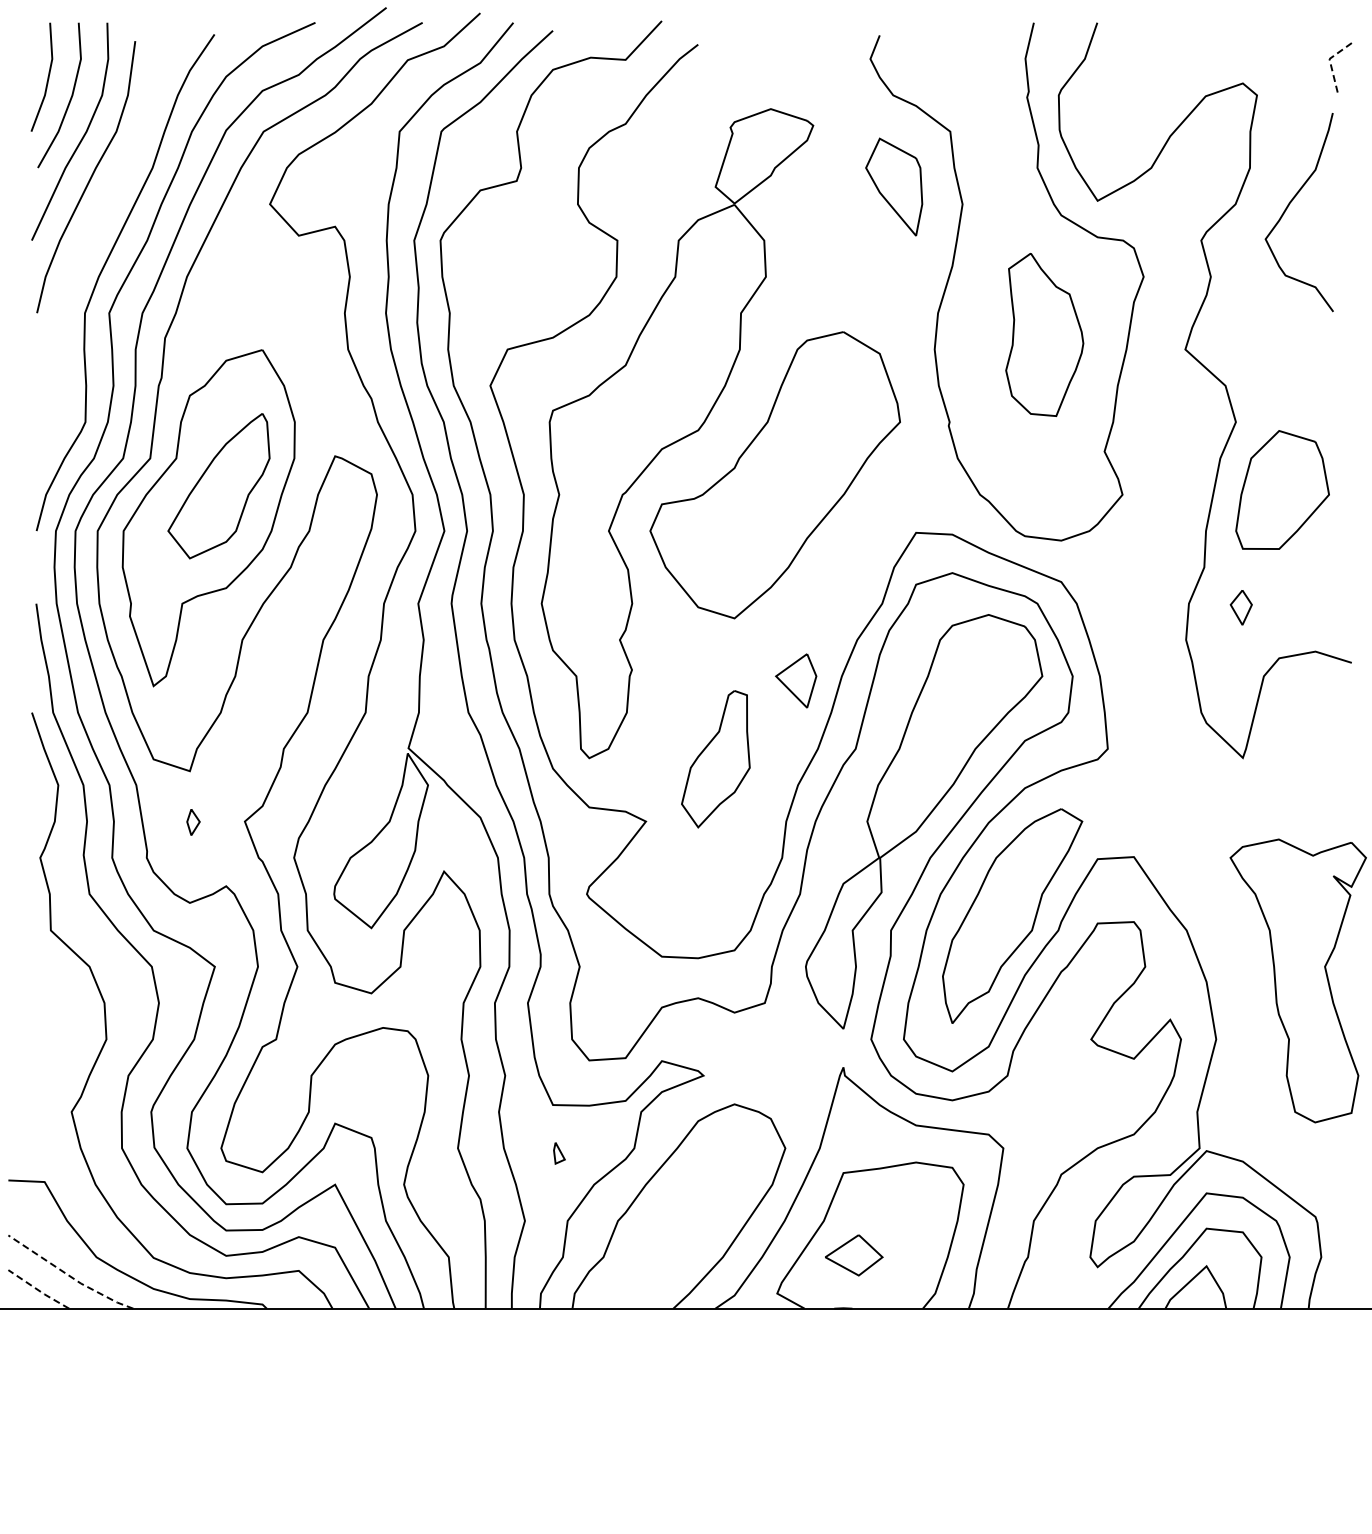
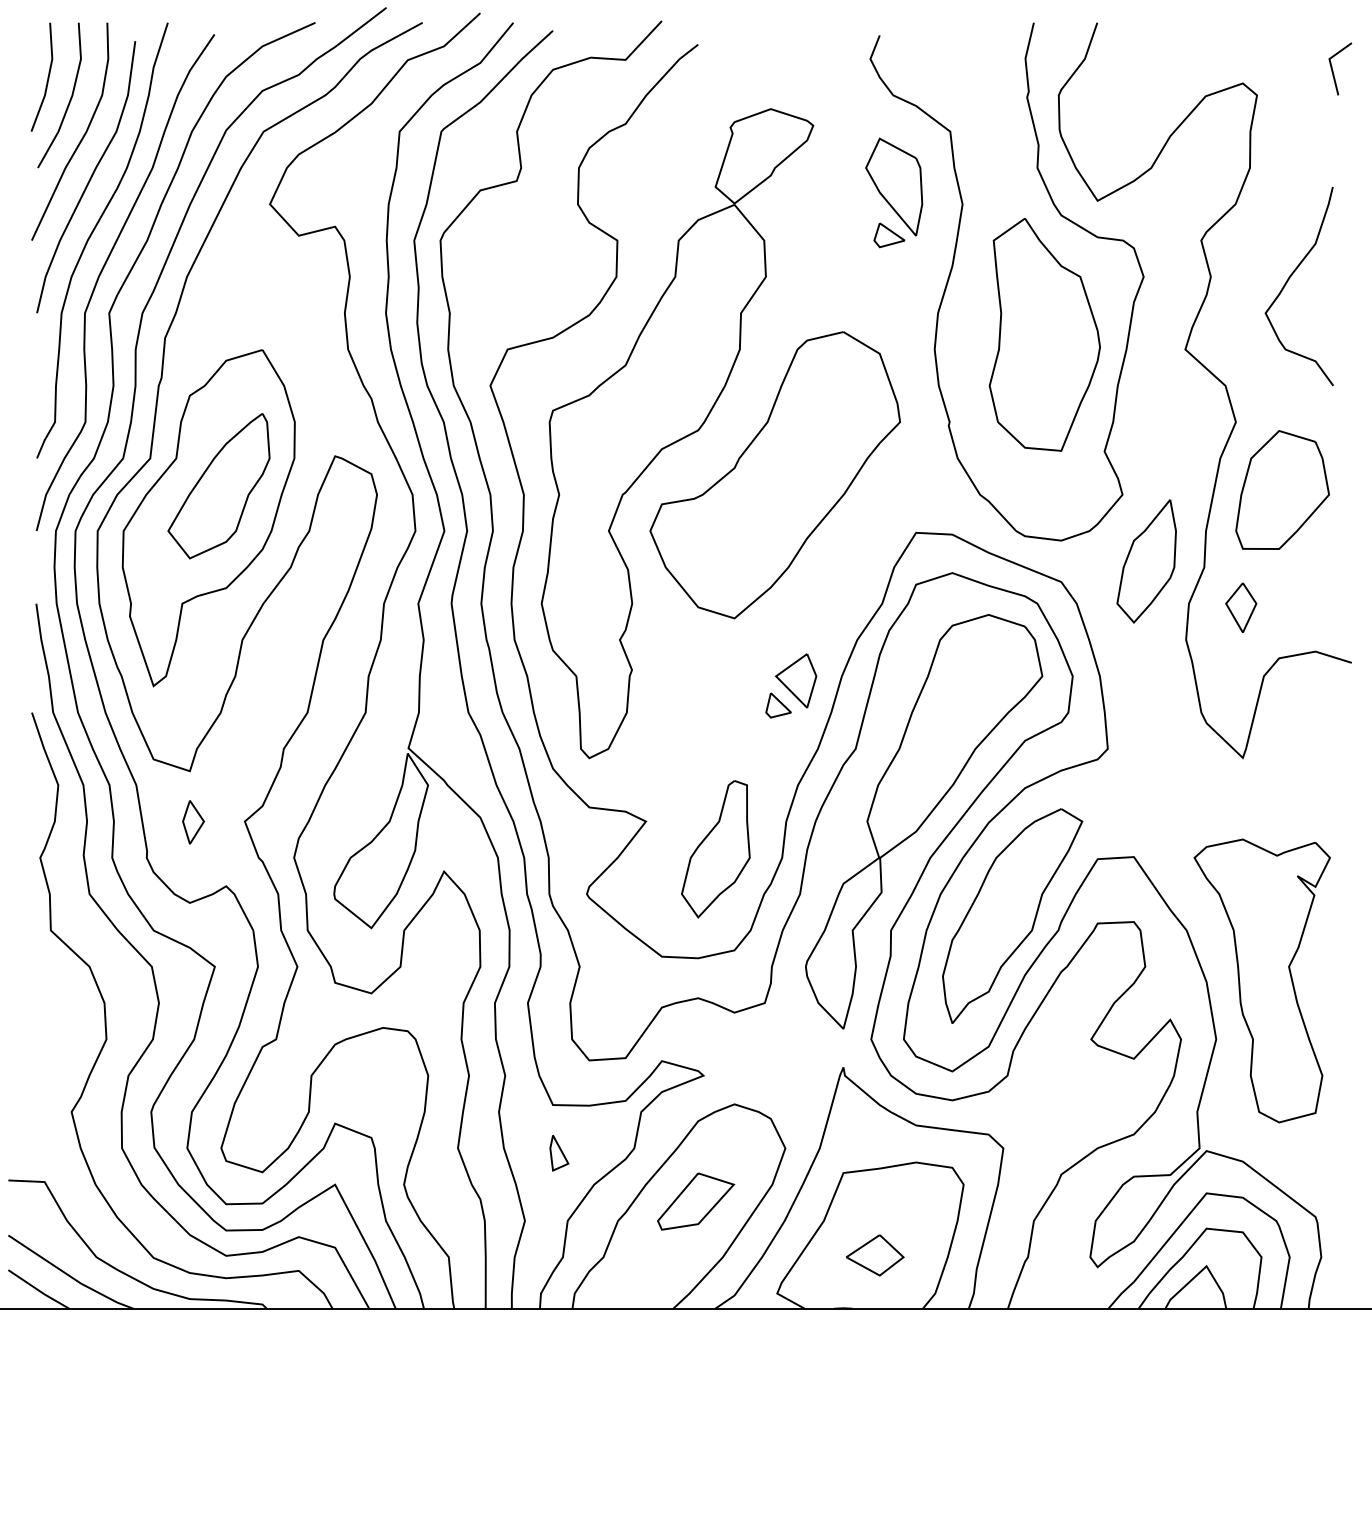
line at (1330, 63): dashed -> solid
curve at (1288, 207) position: (1288, 207) -> (1288, 281)
curve at (92, 234): none -> present
part at (889, 235): none -> present
part at (1044, 334) size: 80x164 px -> 113x234 px
part at (1146, 561): none -> present
part at (1240, 607) size: 24x36 px -> 33x51 px
part at (778, 705): none -> present
part at (715, 759) position: (715, 759) -> (715, 849)
part at (193, 822) size: 15x27 px -> 23x45 px
part at (1297, 980) position: (1297, 980) -> (1261, 980)
part at (559, 1153) size: 13x23 px -> 21x37 px
part at (696, 1201): none -> present
part at (854, 1255) position: (854, 1255) -> (875, 1255)
line at (69, 1275): dashed -> solid
line at (38, 1290): dashed -> solid
